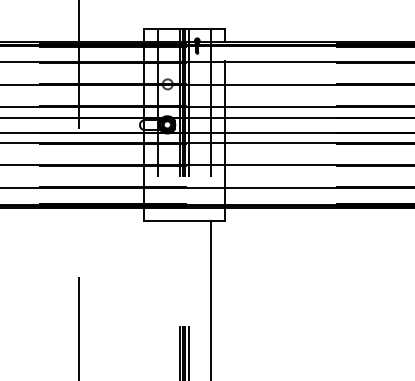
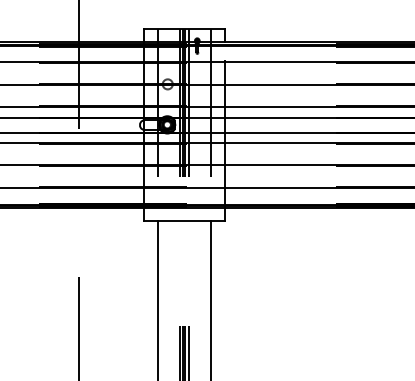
line at (157, 299): none -> present
